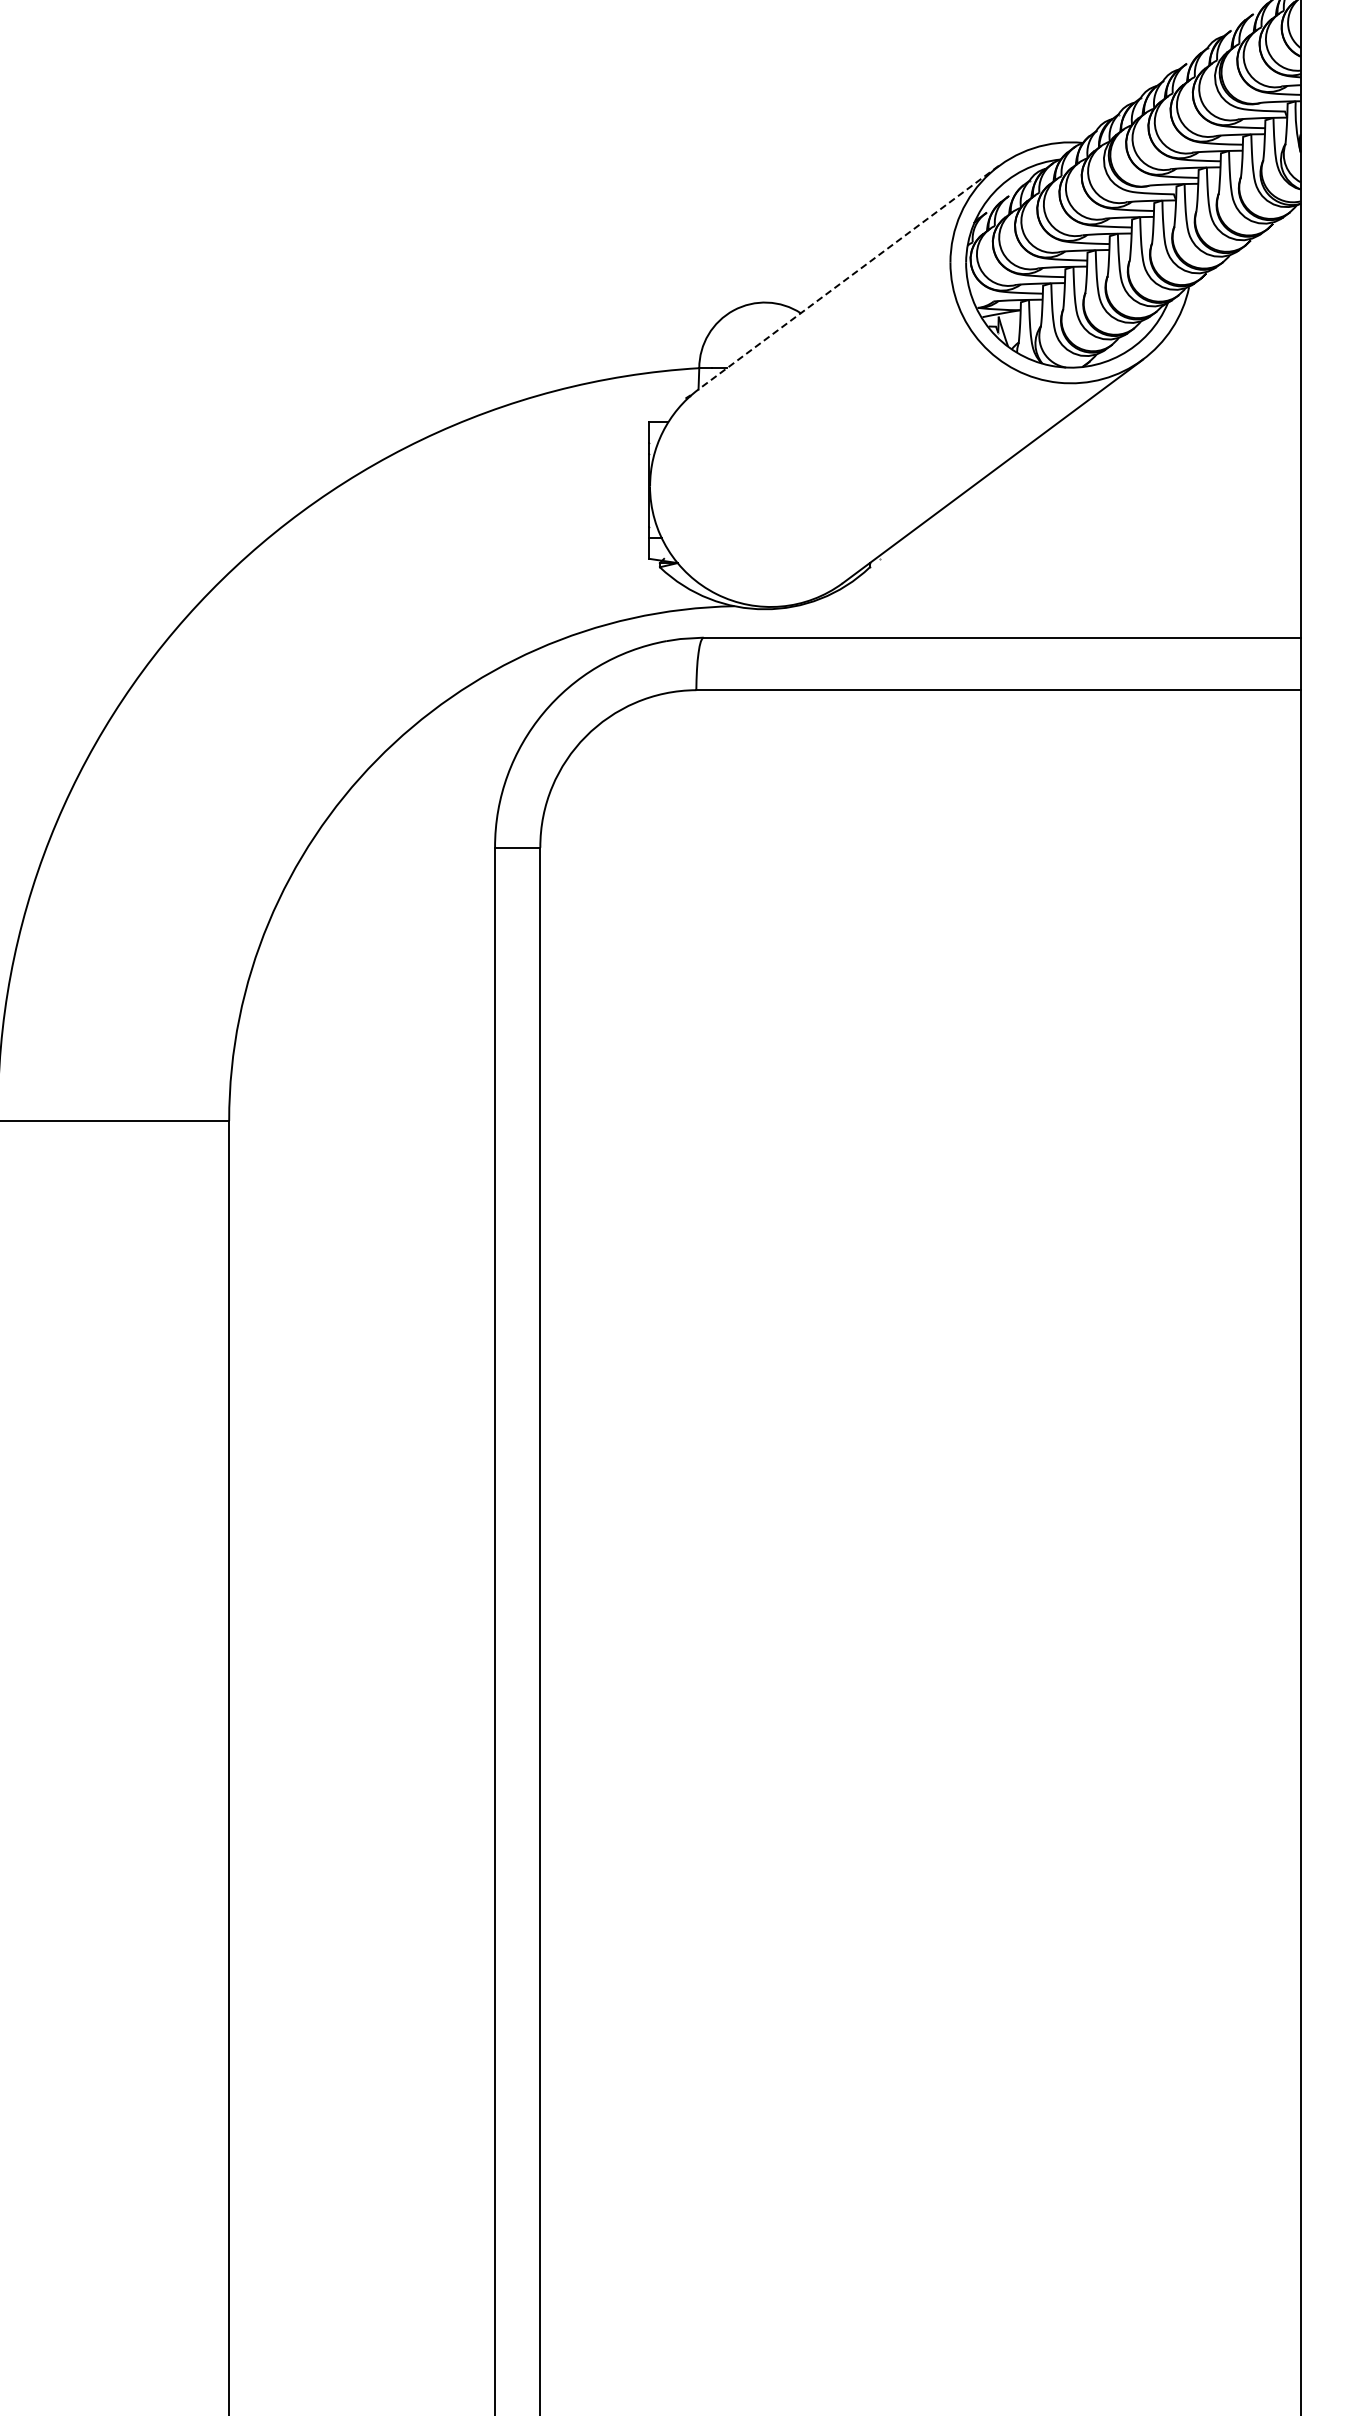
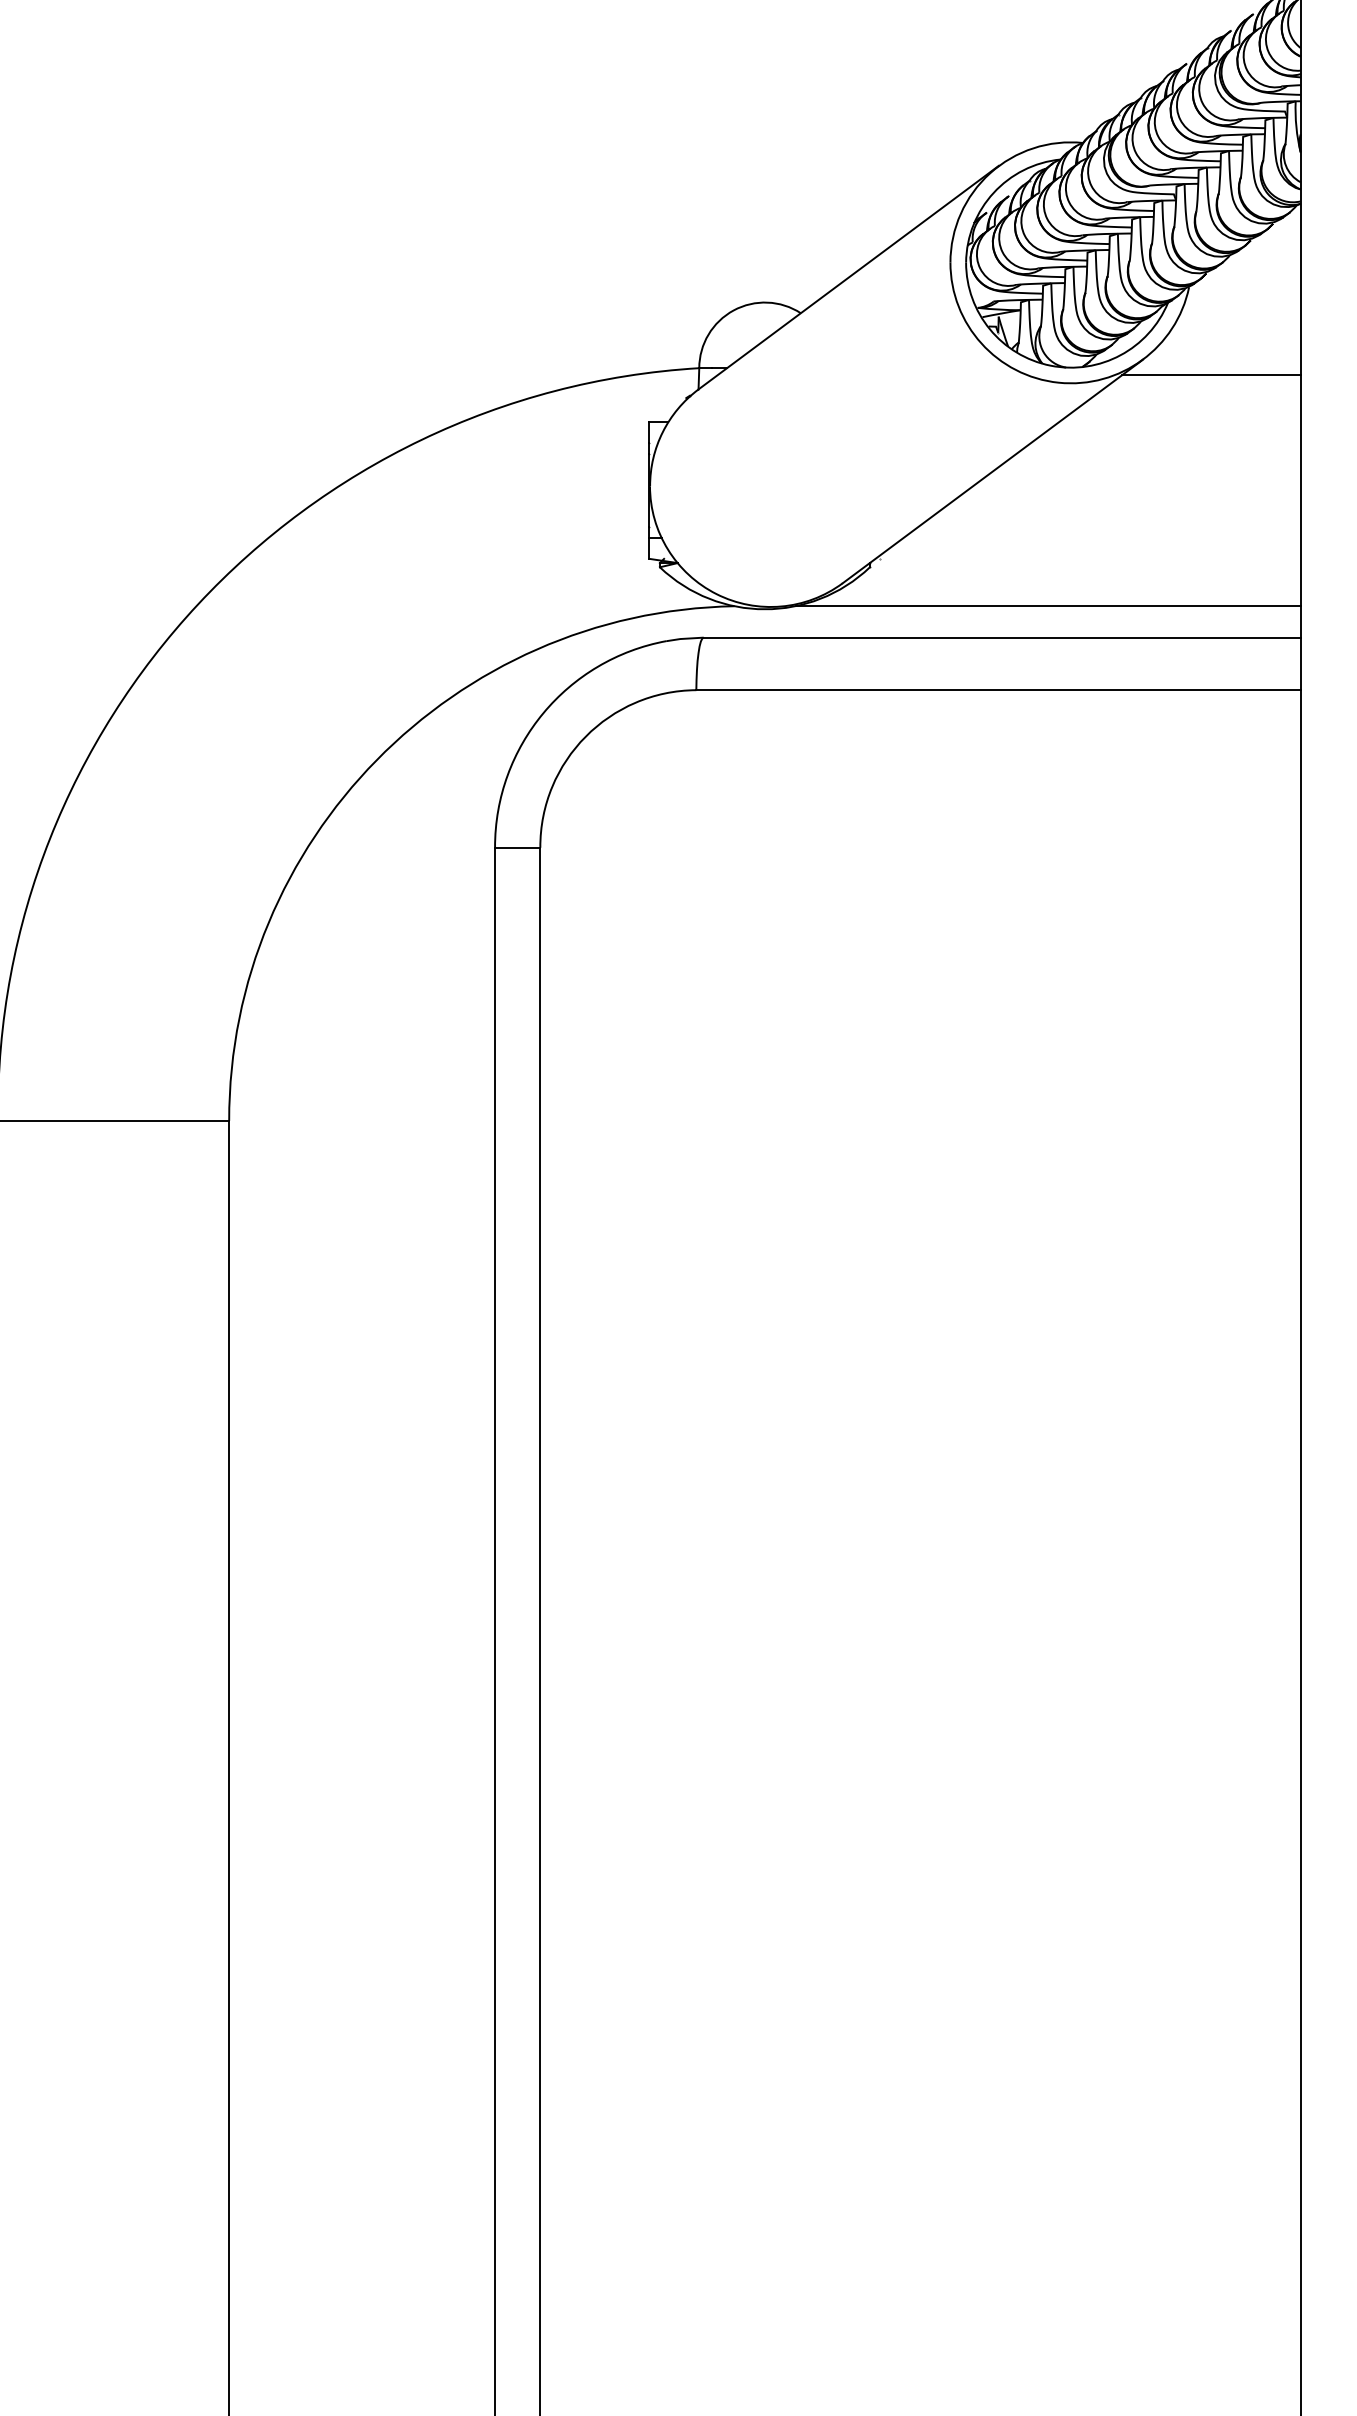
line at (848, 277): dashed -> solid
line at (1211, 375): none -> present
line at (1047, 606): none -> present
